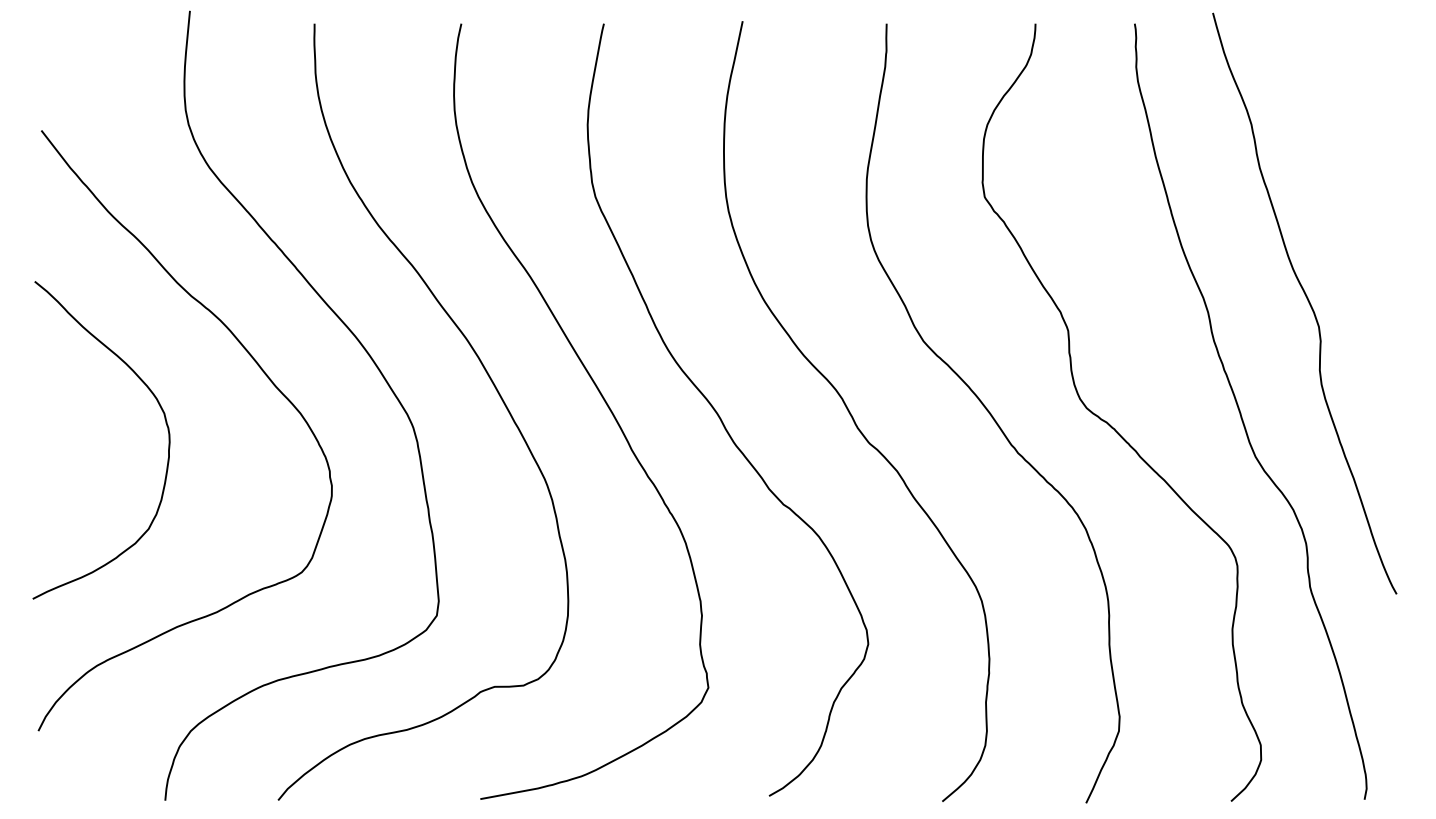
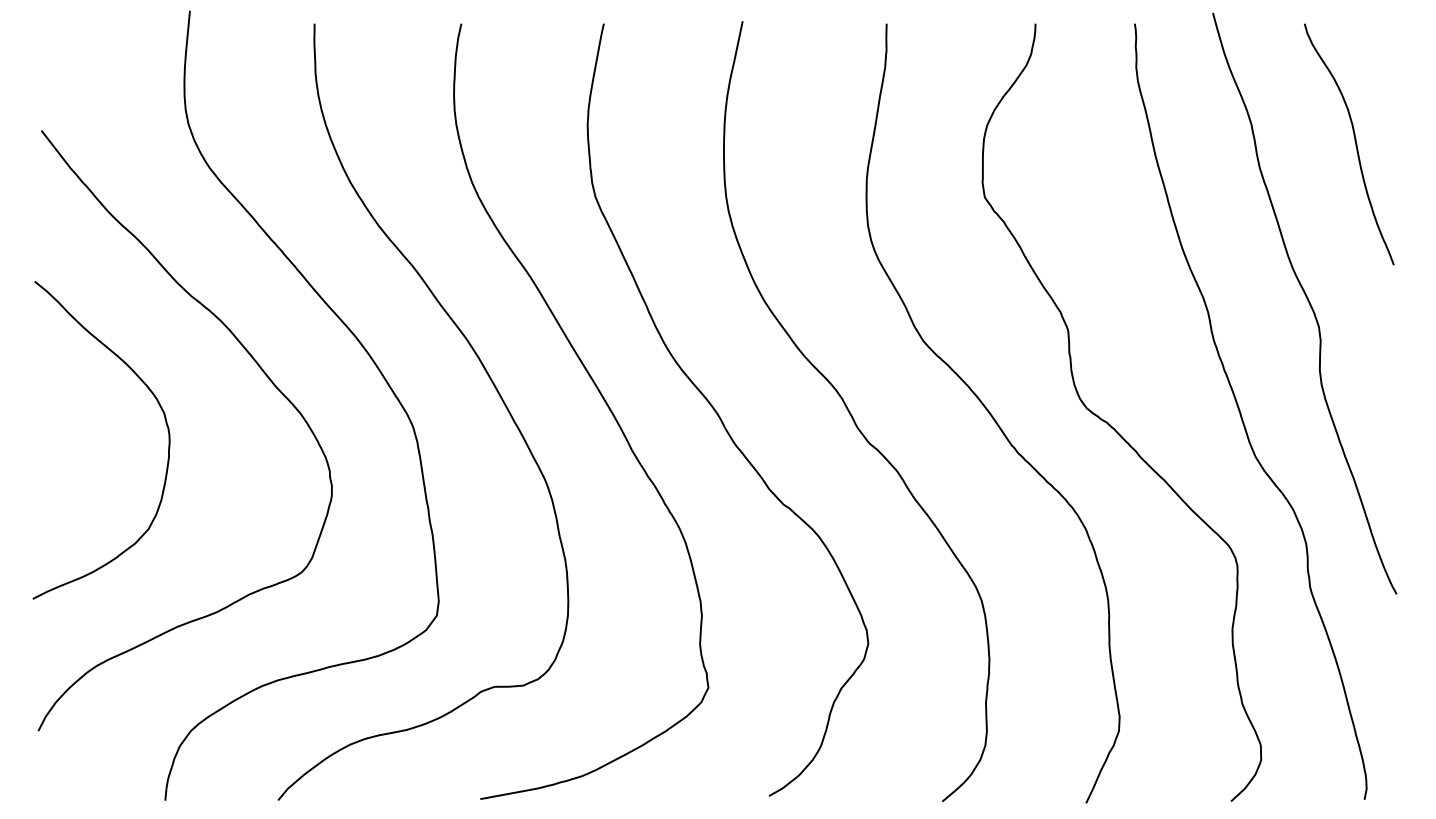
curve at (1354, 141): none -> present
